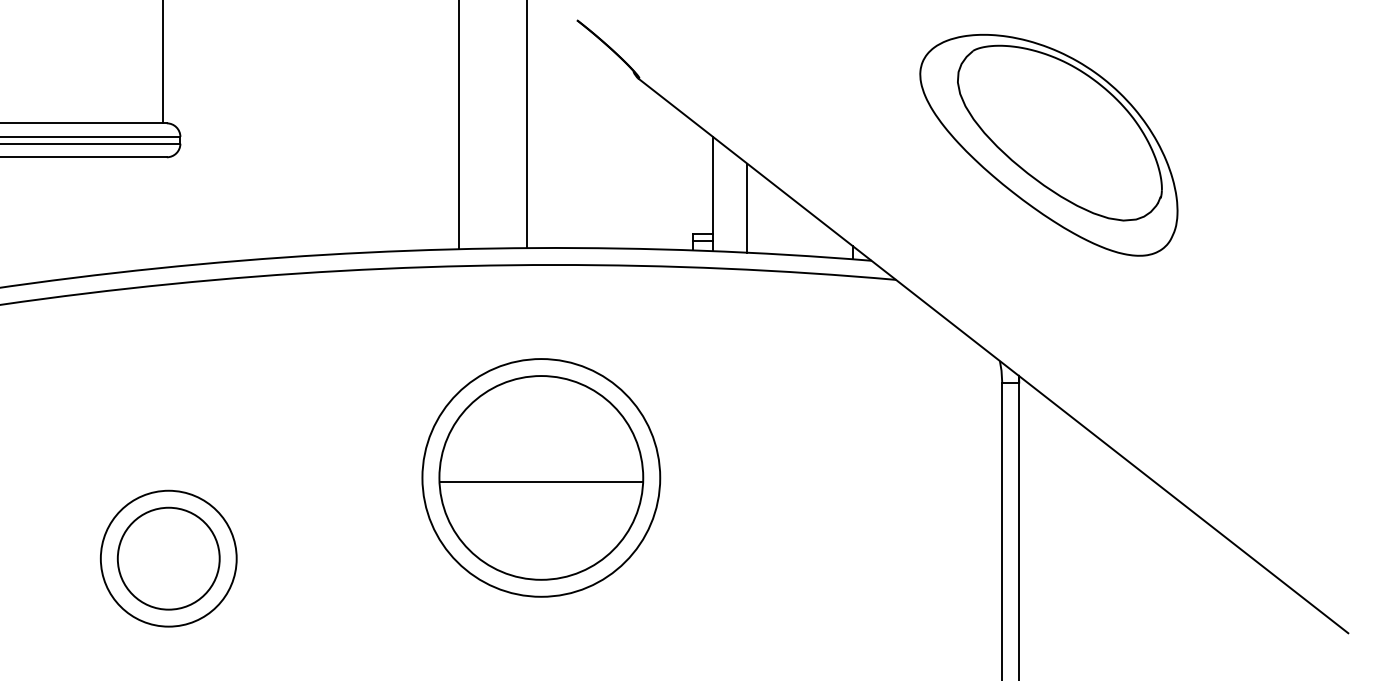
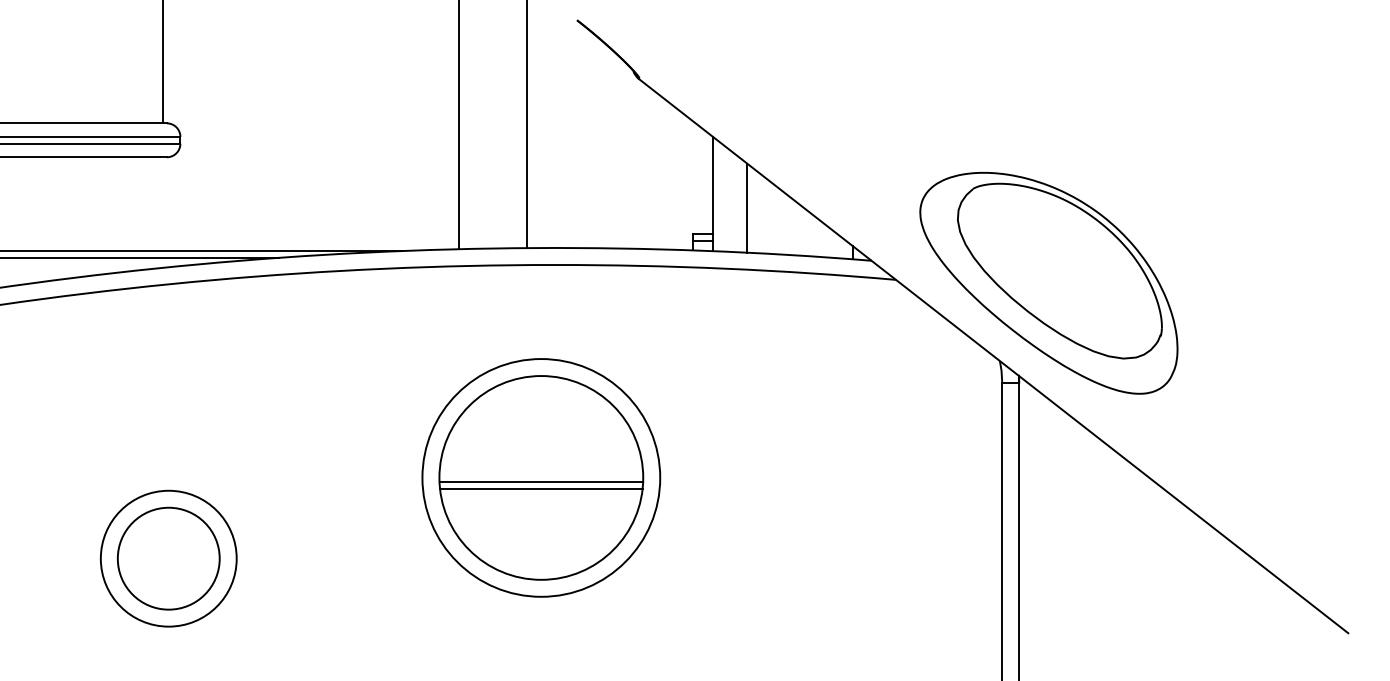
part at (1048, 145) position: (1048, 145) -> (1048, 283)
line at (201, 251): none -> present
line at (140, 257): none -> present
line at (541, 488): none -> present
